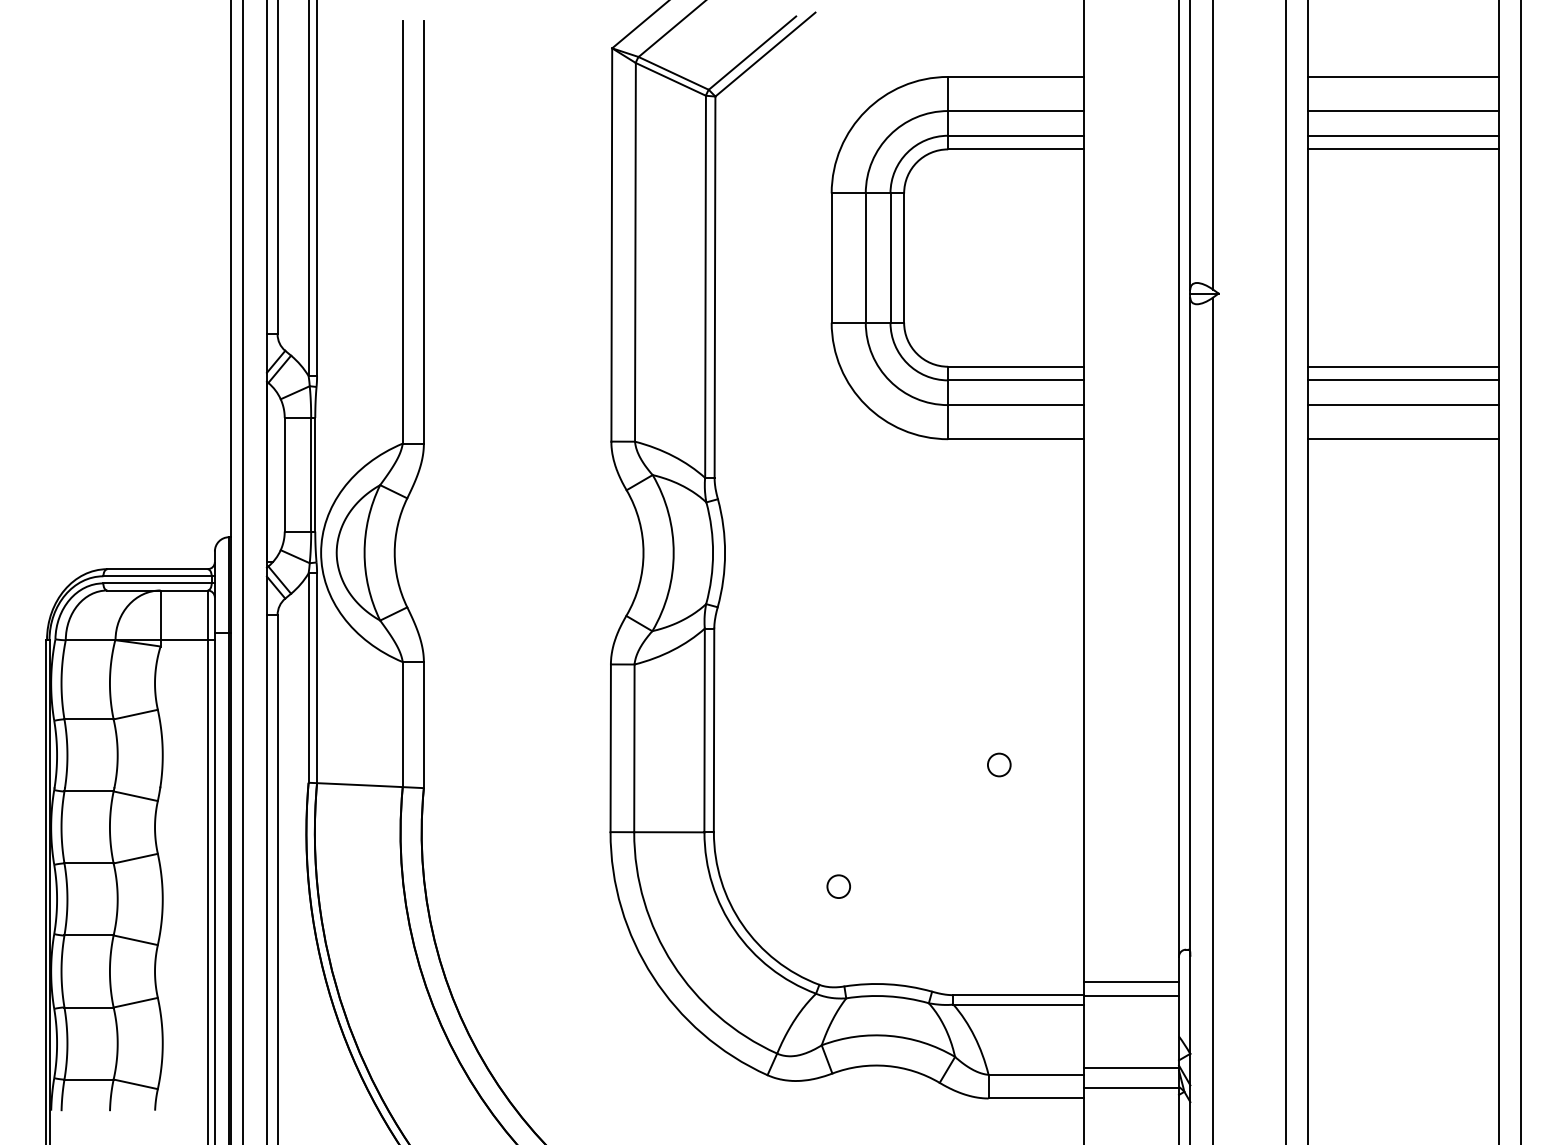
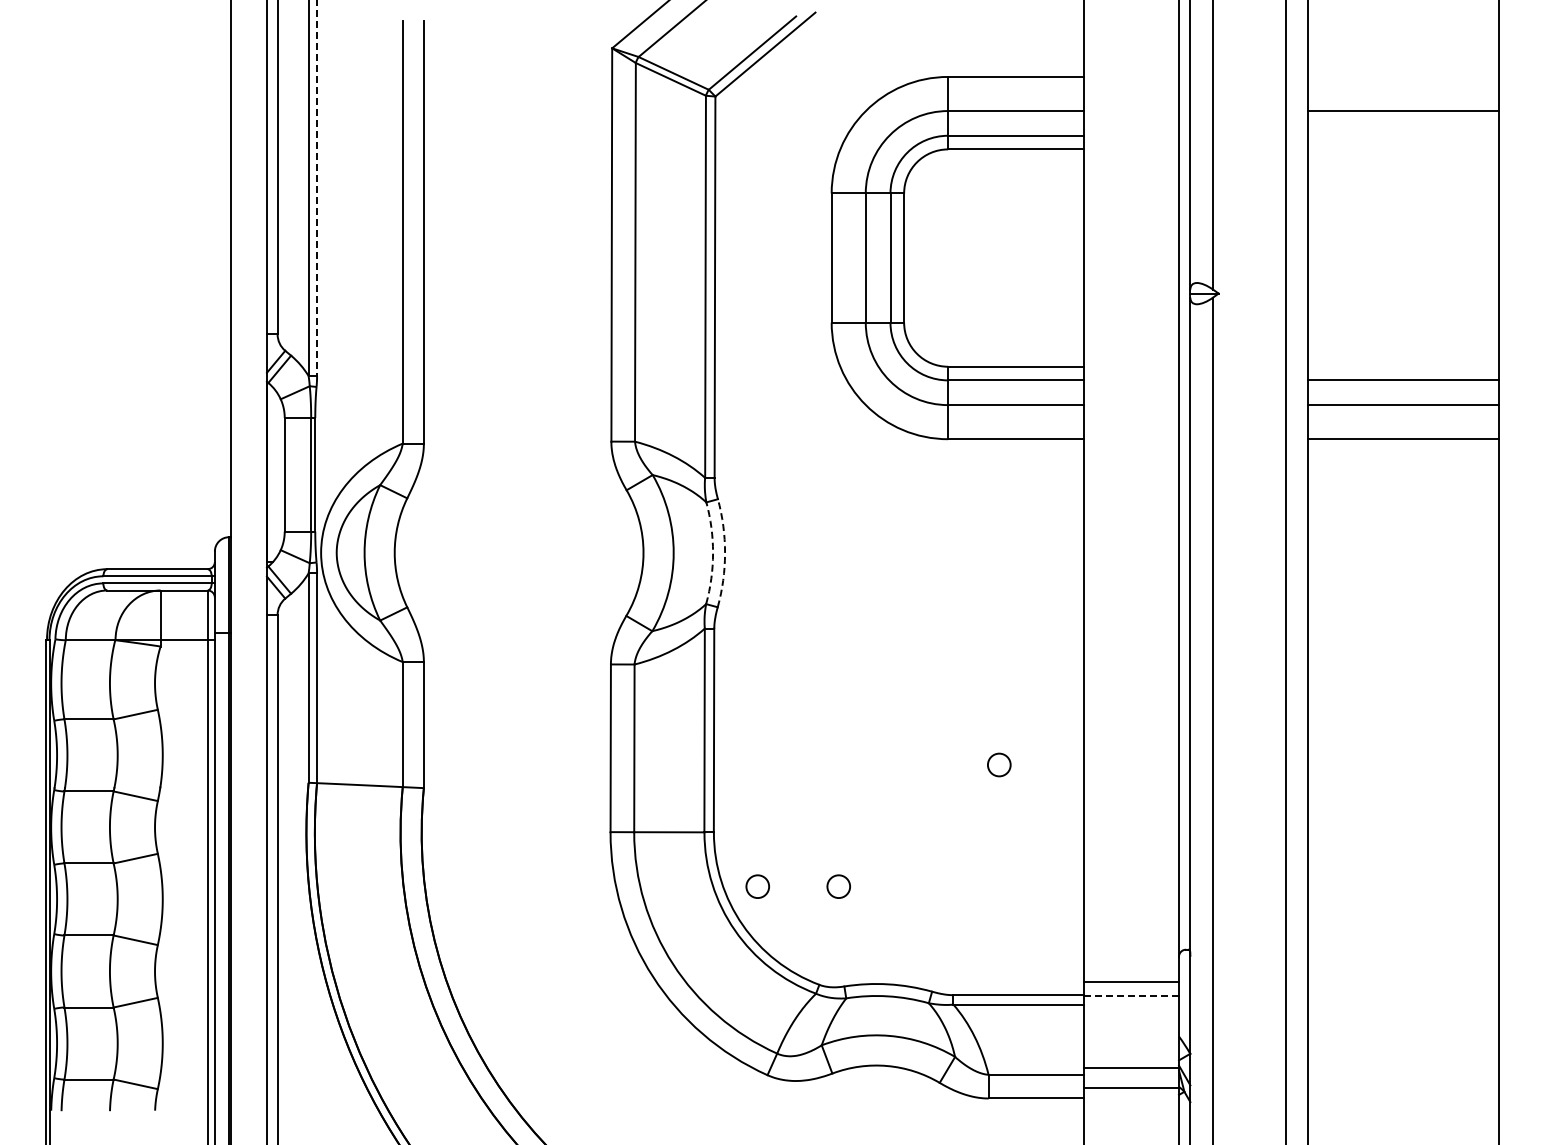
line at (1403, 76): present -> none
line at (1403, 135): present -> none
line at (1403, 149): present -> none
line at (317, 188): solid -> dashed
line at (1403, 366): present -> none
arc at (713, 553): solid -> dashed
arc at (725, 553): solid -> dashed
line at (242, 571): present -> none
line at (1521, 571): present -> none
circle at (757, 886): none -> present
line at (1131, 995): solid -> dashed
